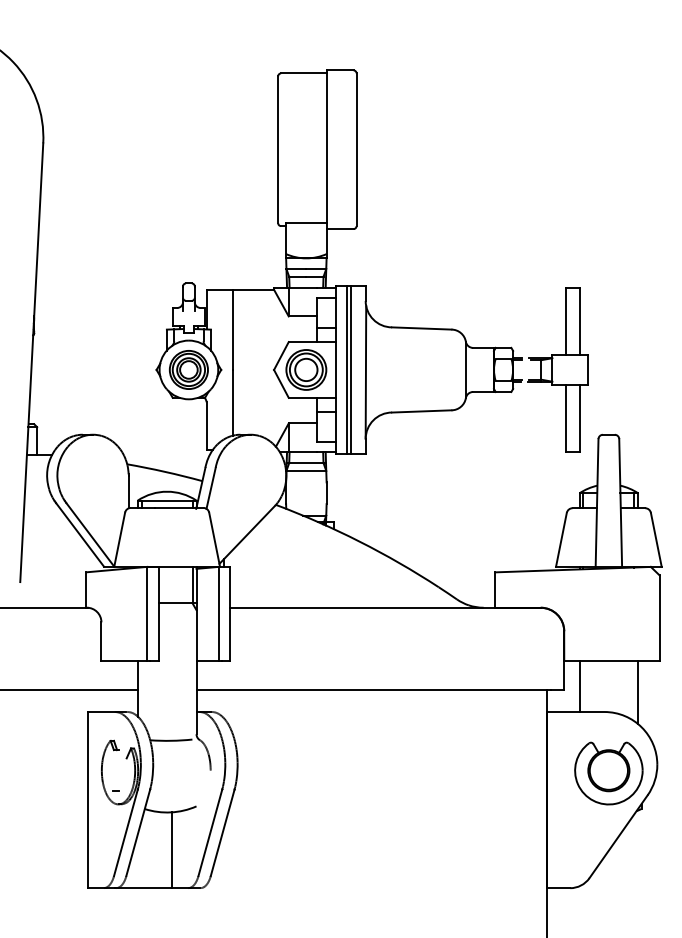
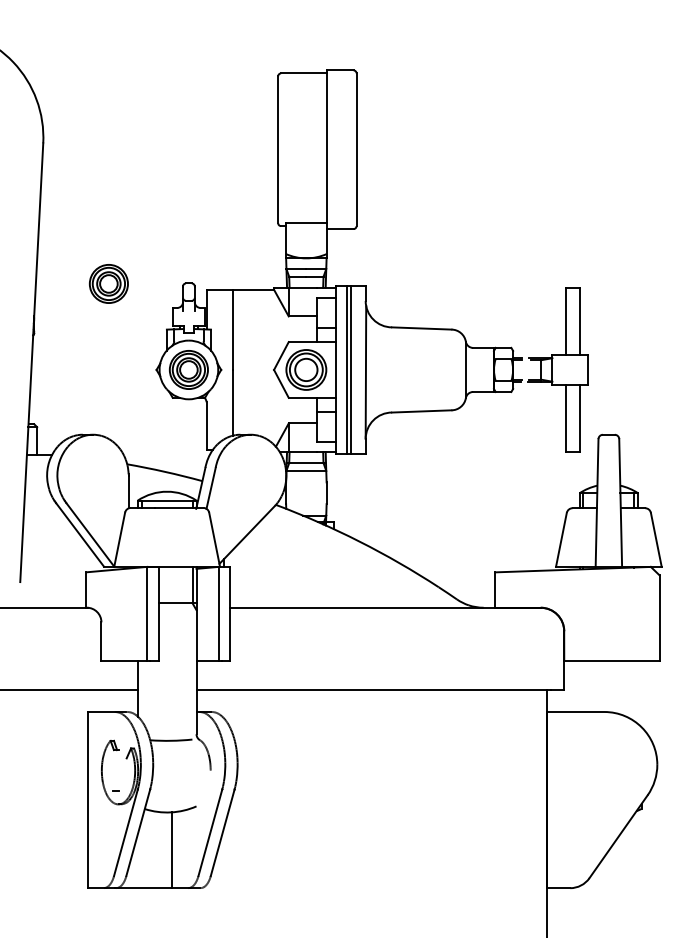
part at (108, 283): none -> present
line at (579, 686): present -> none
line at (638, 692): present -> none
part at (608, 773): present -> none
